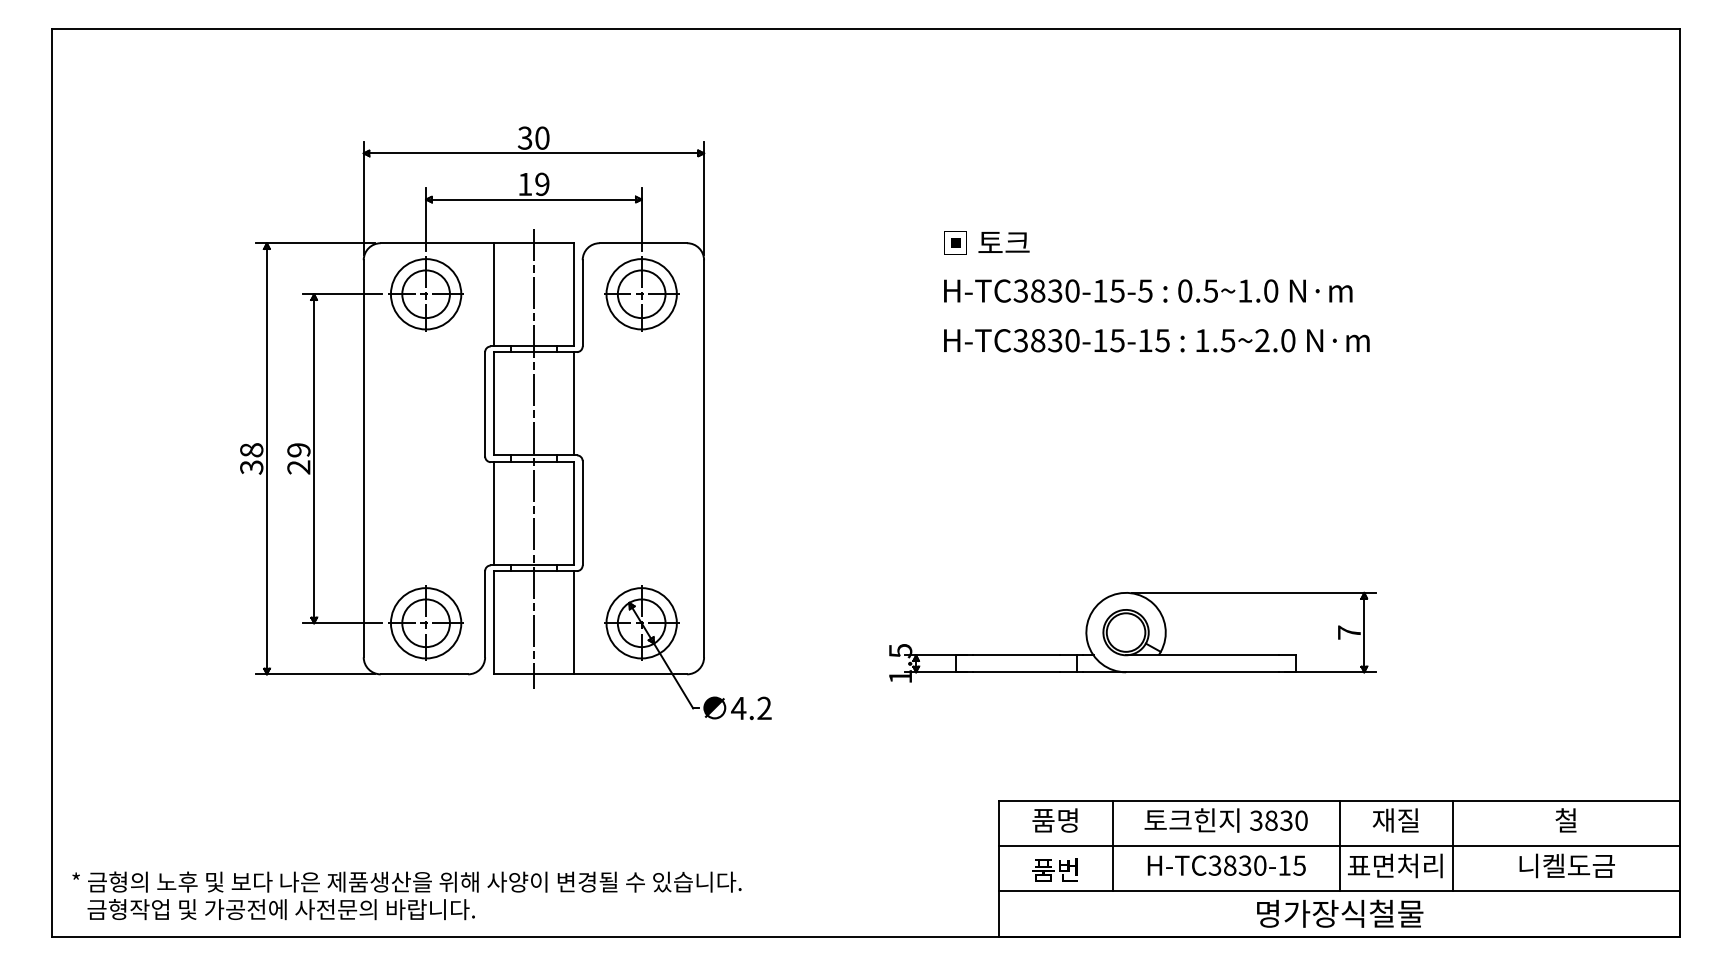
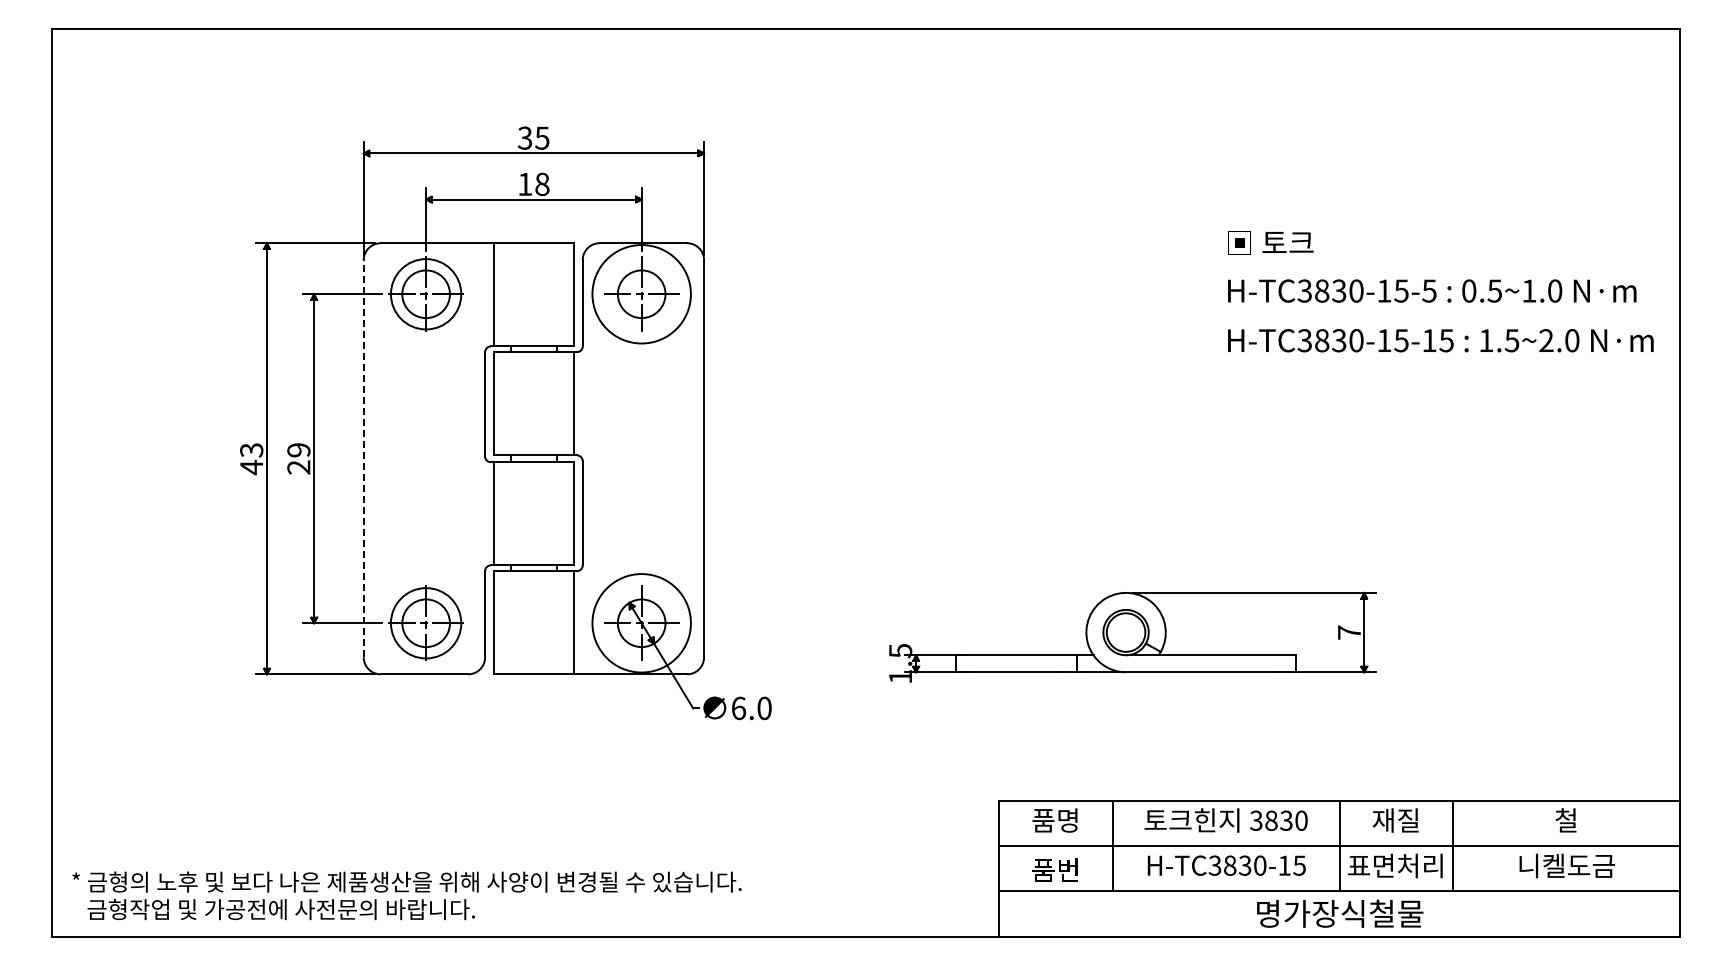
text at (542, 137): 30 -> 35
text at (542, 183): 19 -> 18
text at (1156, 291) position: (1156, 291) -> (1440, 291)
circle at (641, 294) diameter: 70 px -> 98 px
line at (363, 458): solid -> dashed
line at (533, 458): present -> none
text at (251, 459): 38 -> 43
circle at (641, 623) diameter: 70 px -> 98 px
text at (751, 708): 4.2 -> 6.0
